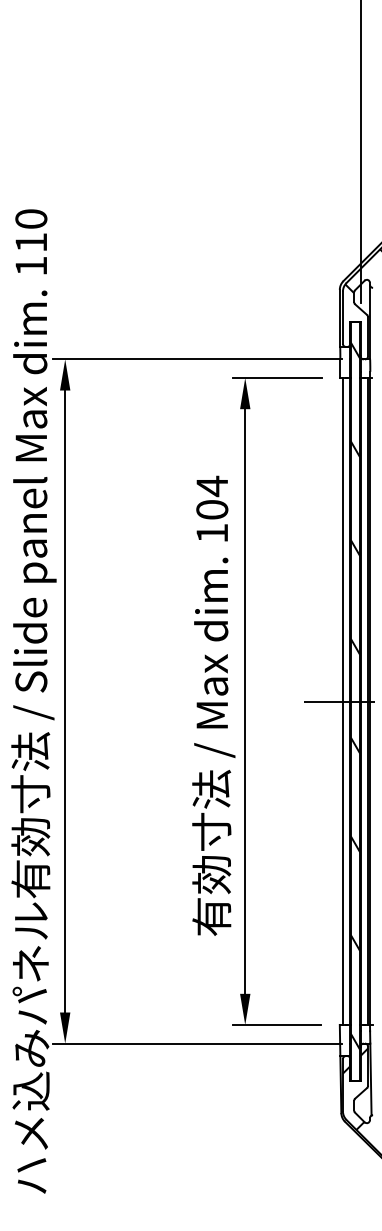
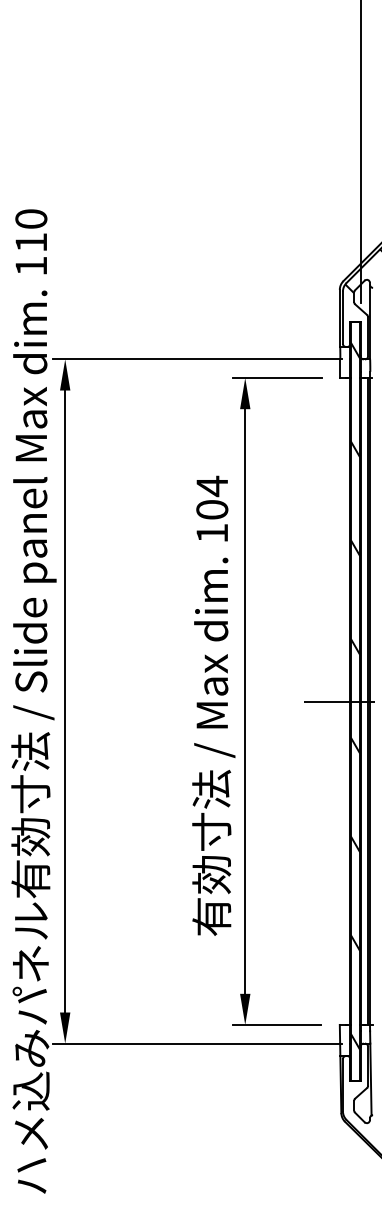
line at (342, 701): present -> none
hatch at (355, 1088): present -> none
